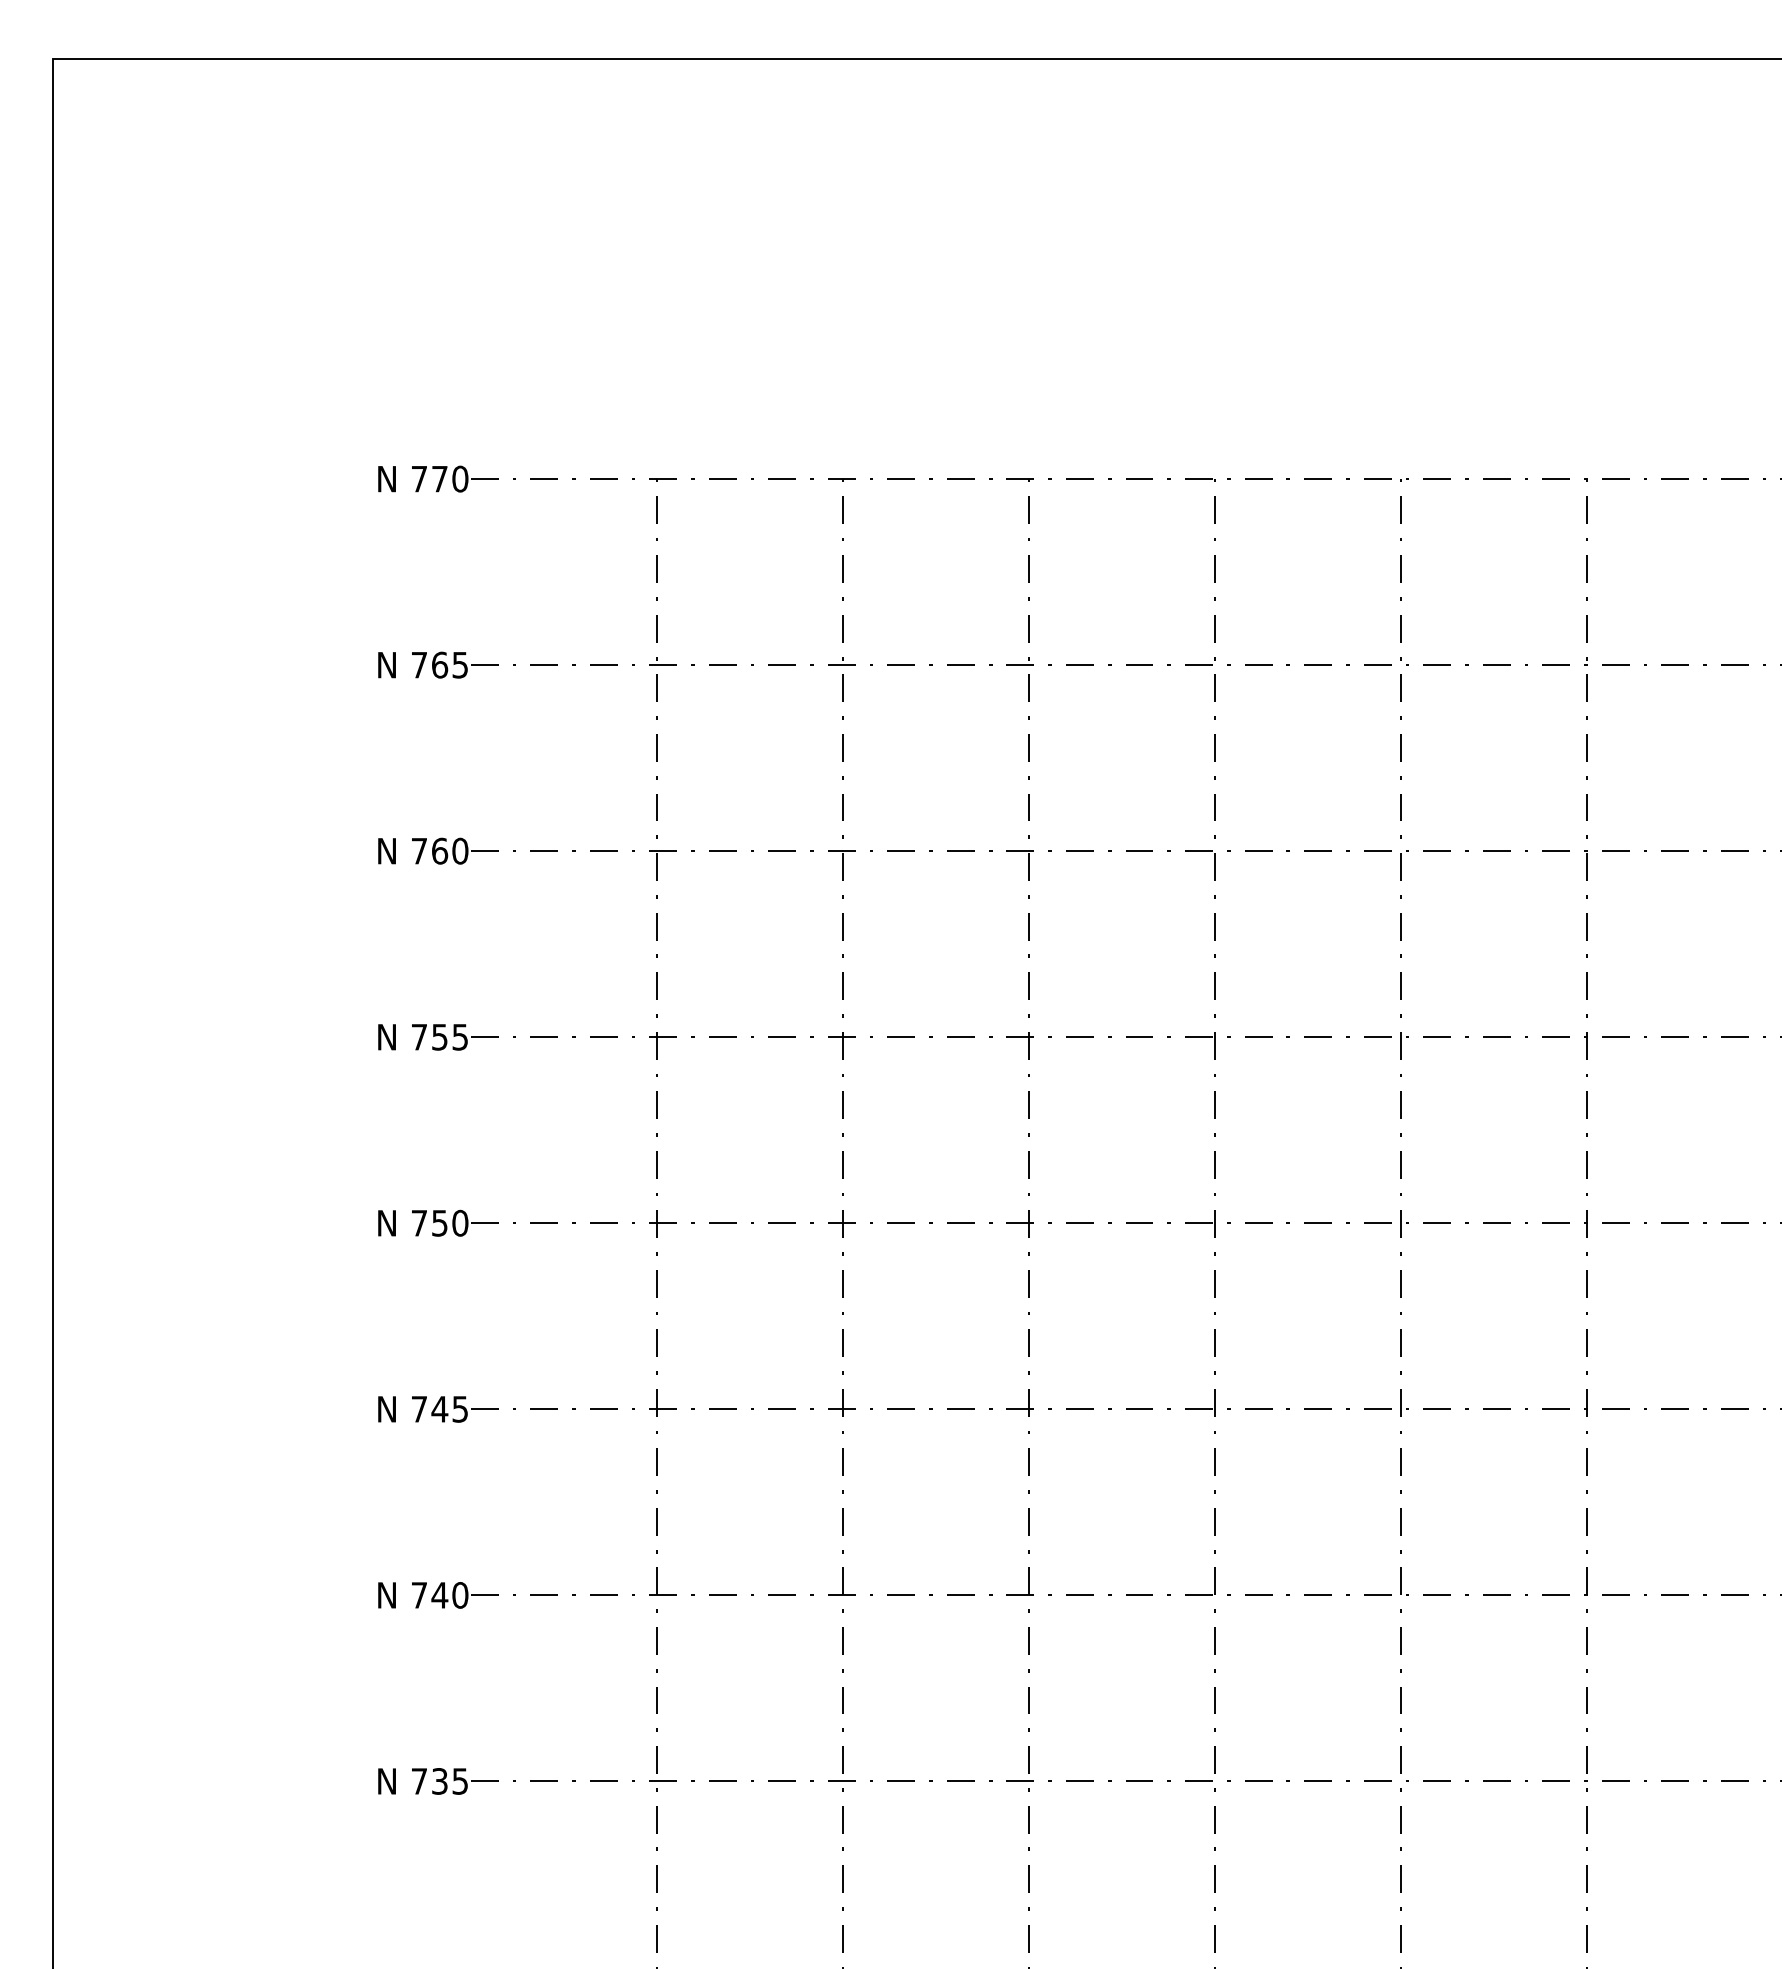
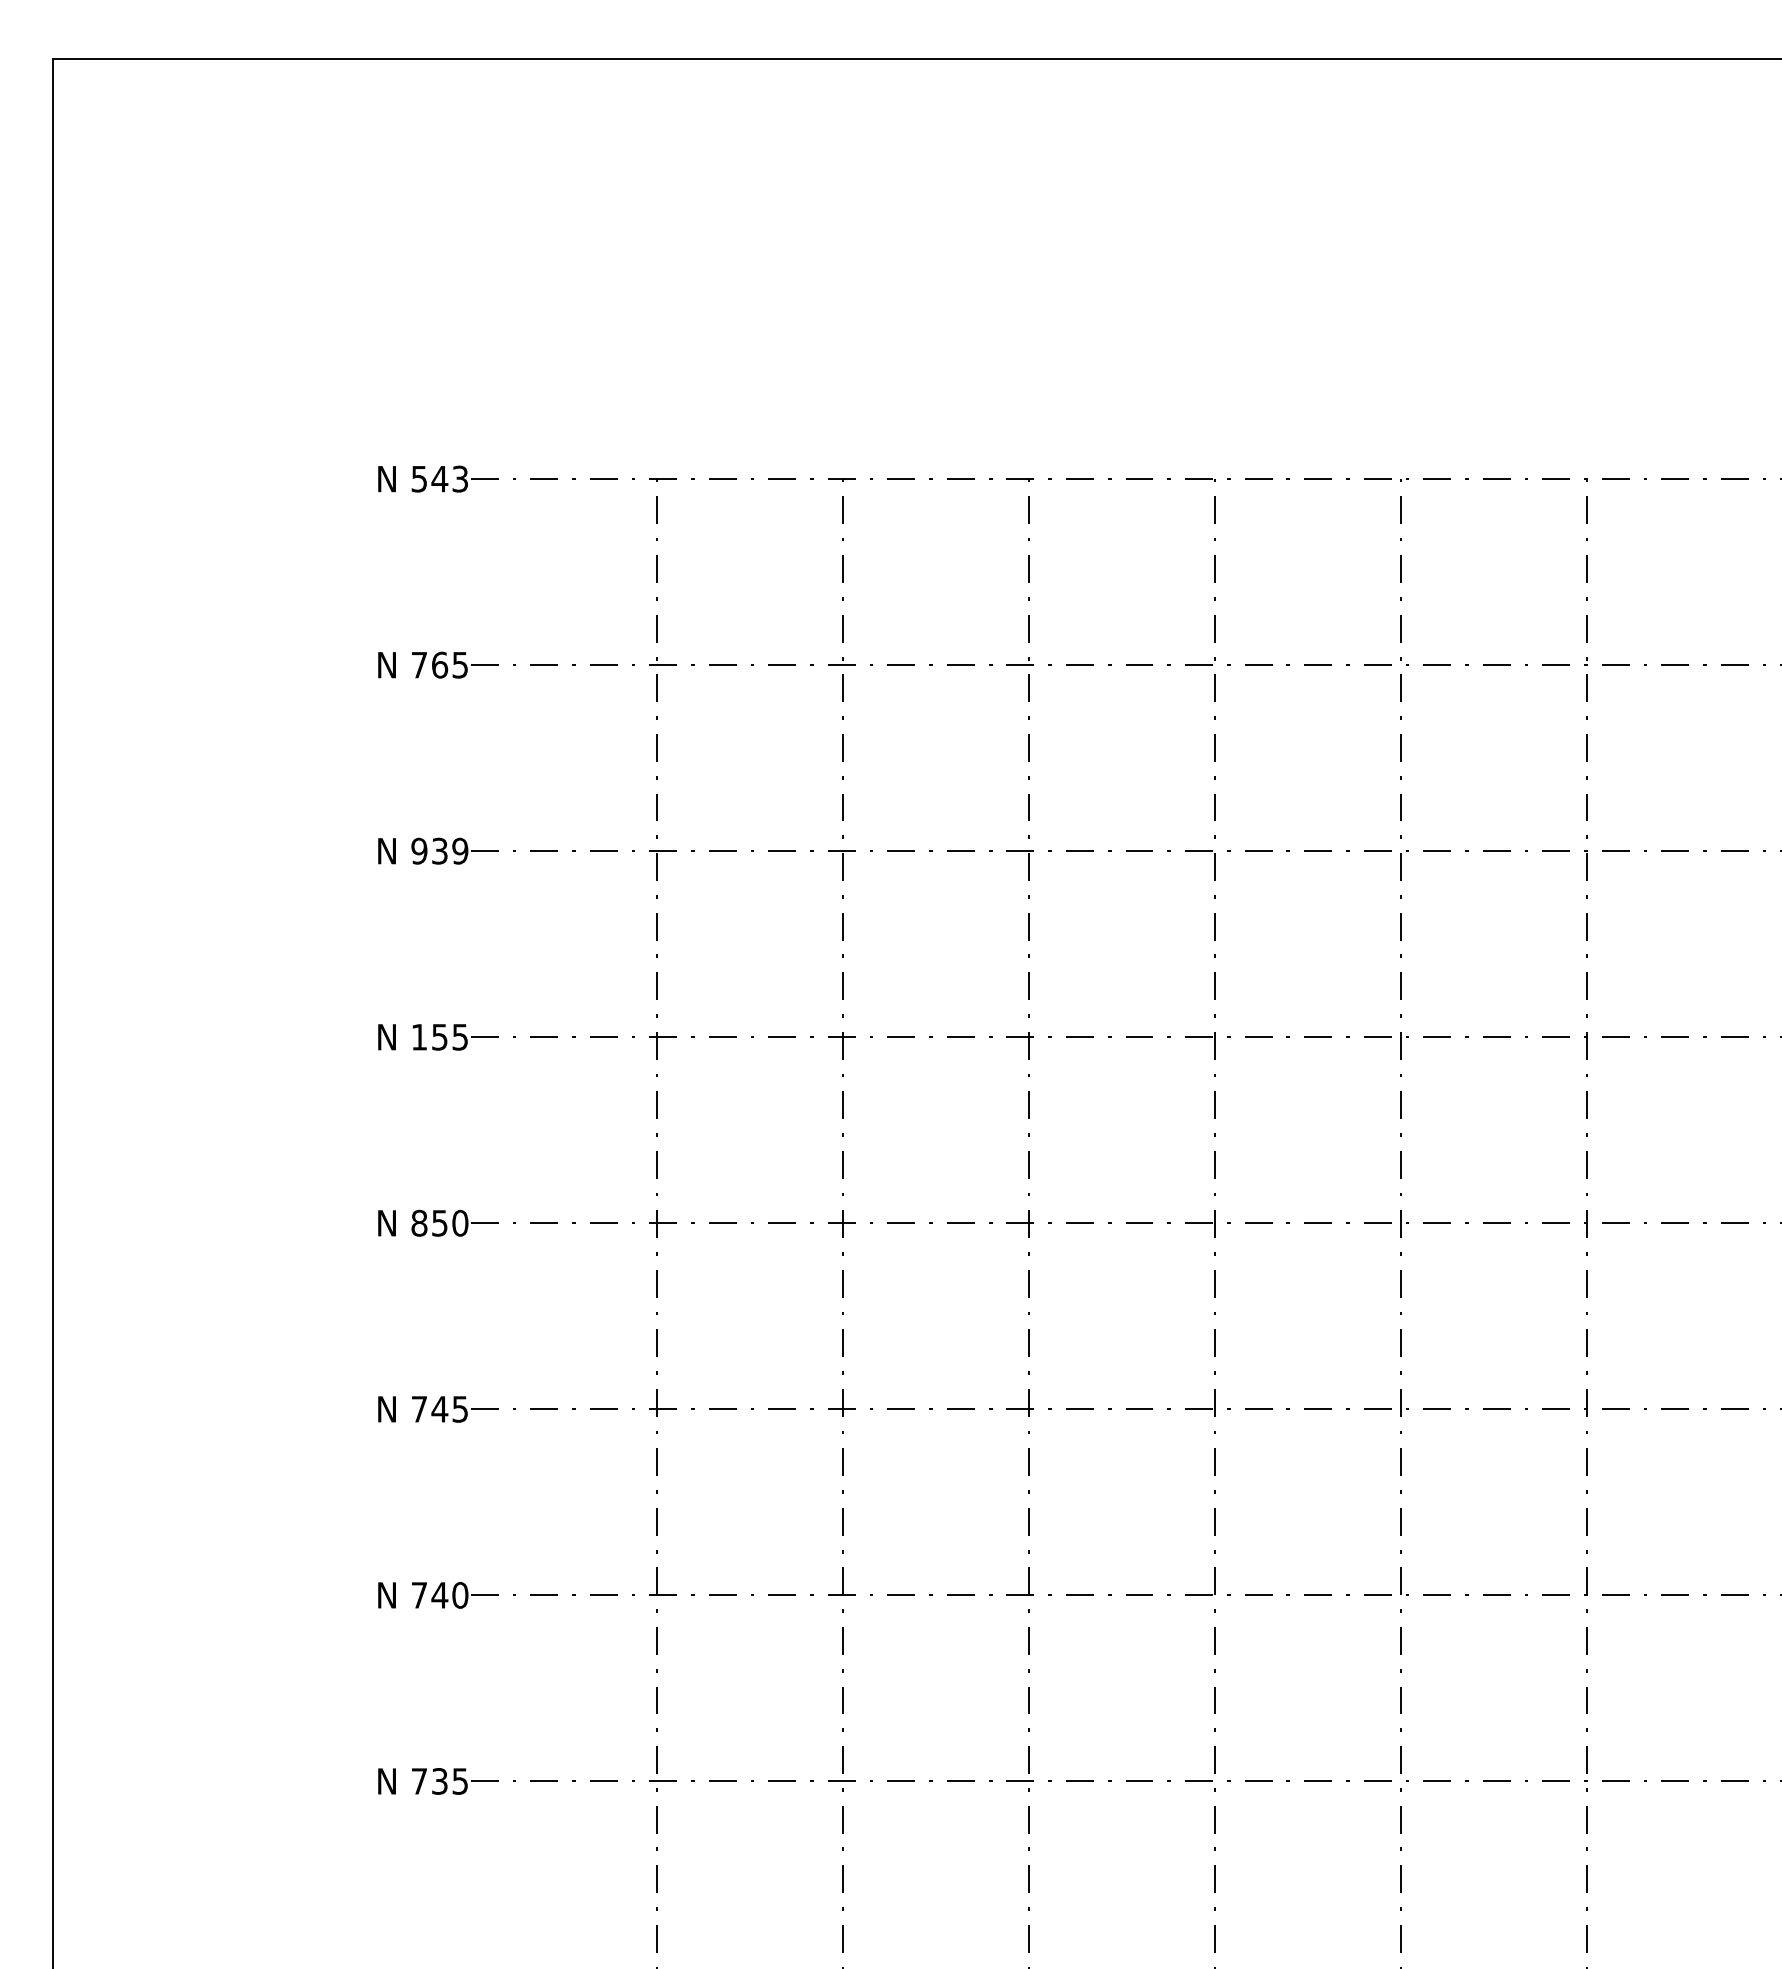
text at (439, 478): 770 -> 543
text at (439, 850): 760 -> 939
text at (419, 1037): 755 -> 155
text at (419, 1222): 750 -> 850
